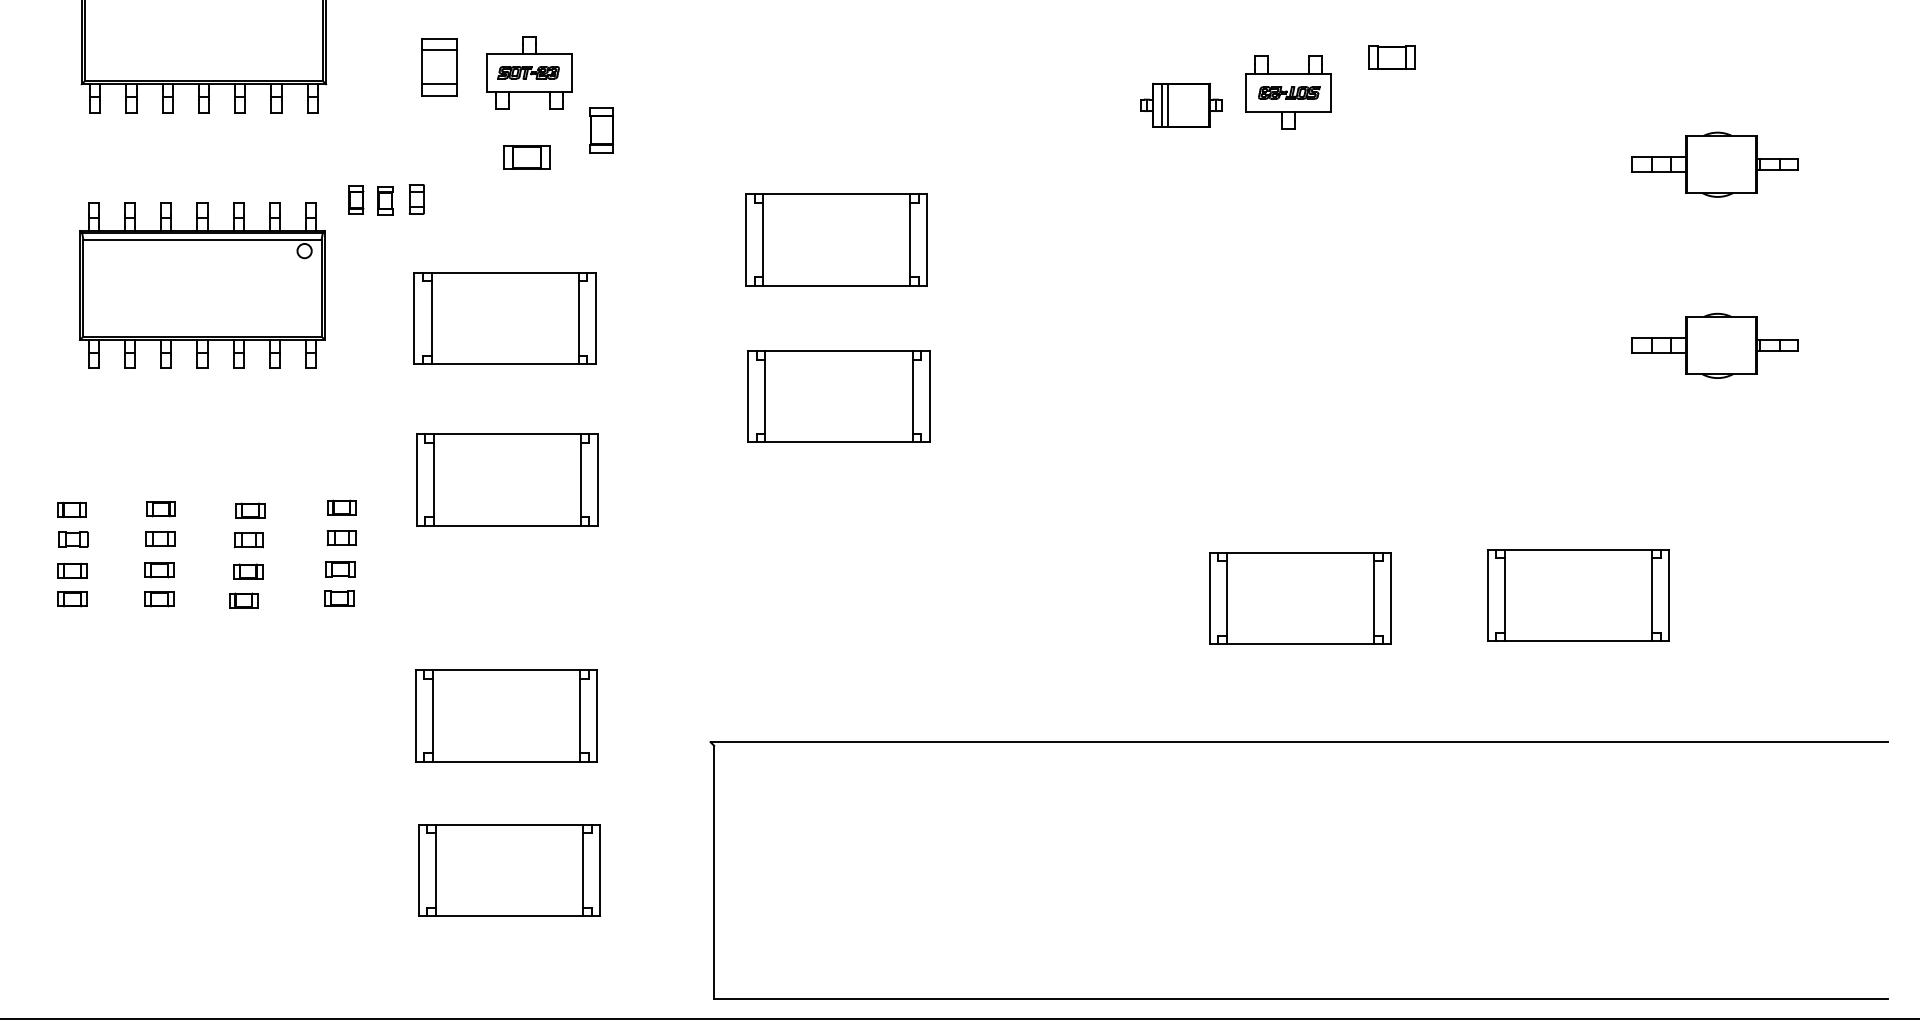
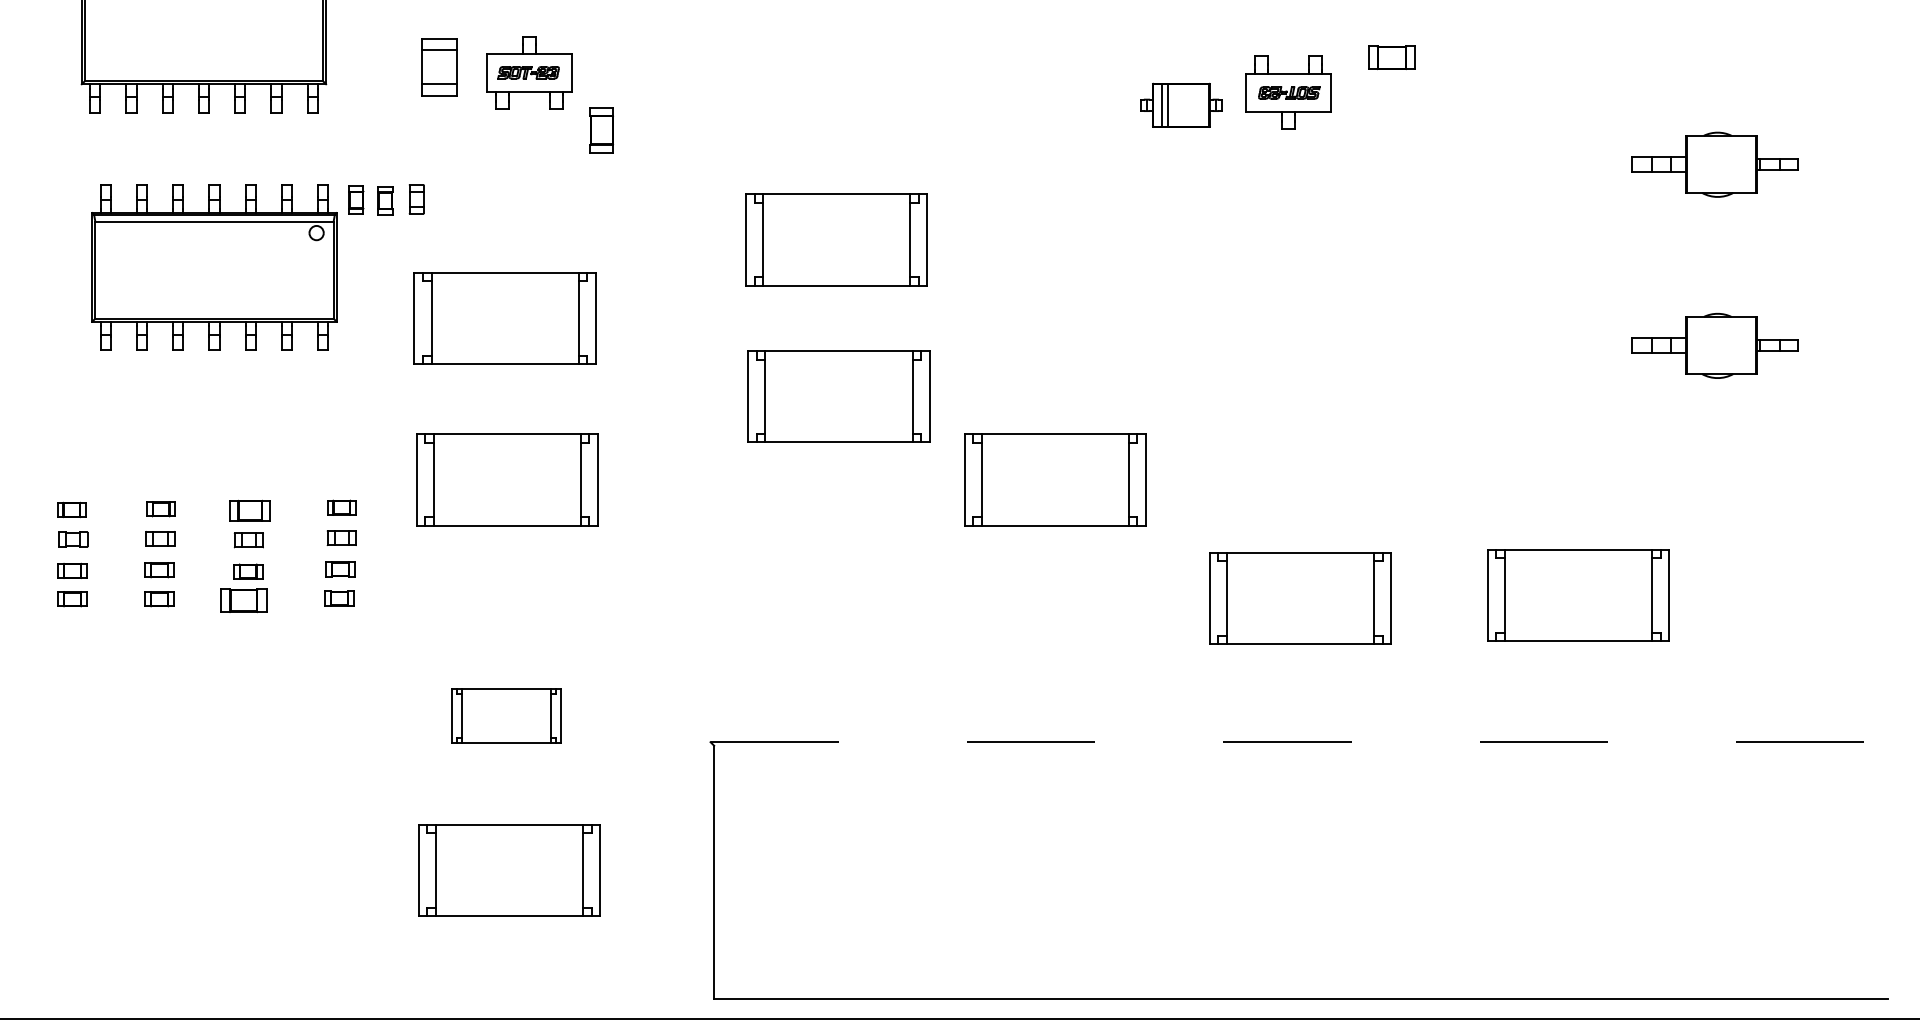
part at (526, 157): present -> none
part at (202, 285) position: (202, 285) -> (214, 267)
part at (1055, 479): none -> present
part at (250, 510) size: 31x17 px -> 42x23 px
part at (243, 600) size: 30x17 px -> 48x26 px
part at (506, 715) size: 183x94 px -> 111x56 px
line at (1299, 742): solid -> dashed
